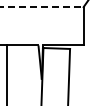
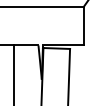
line at (41, 7): dashed -> solid
line at (7, 73) position: (7, 73) -> (14, 73)
